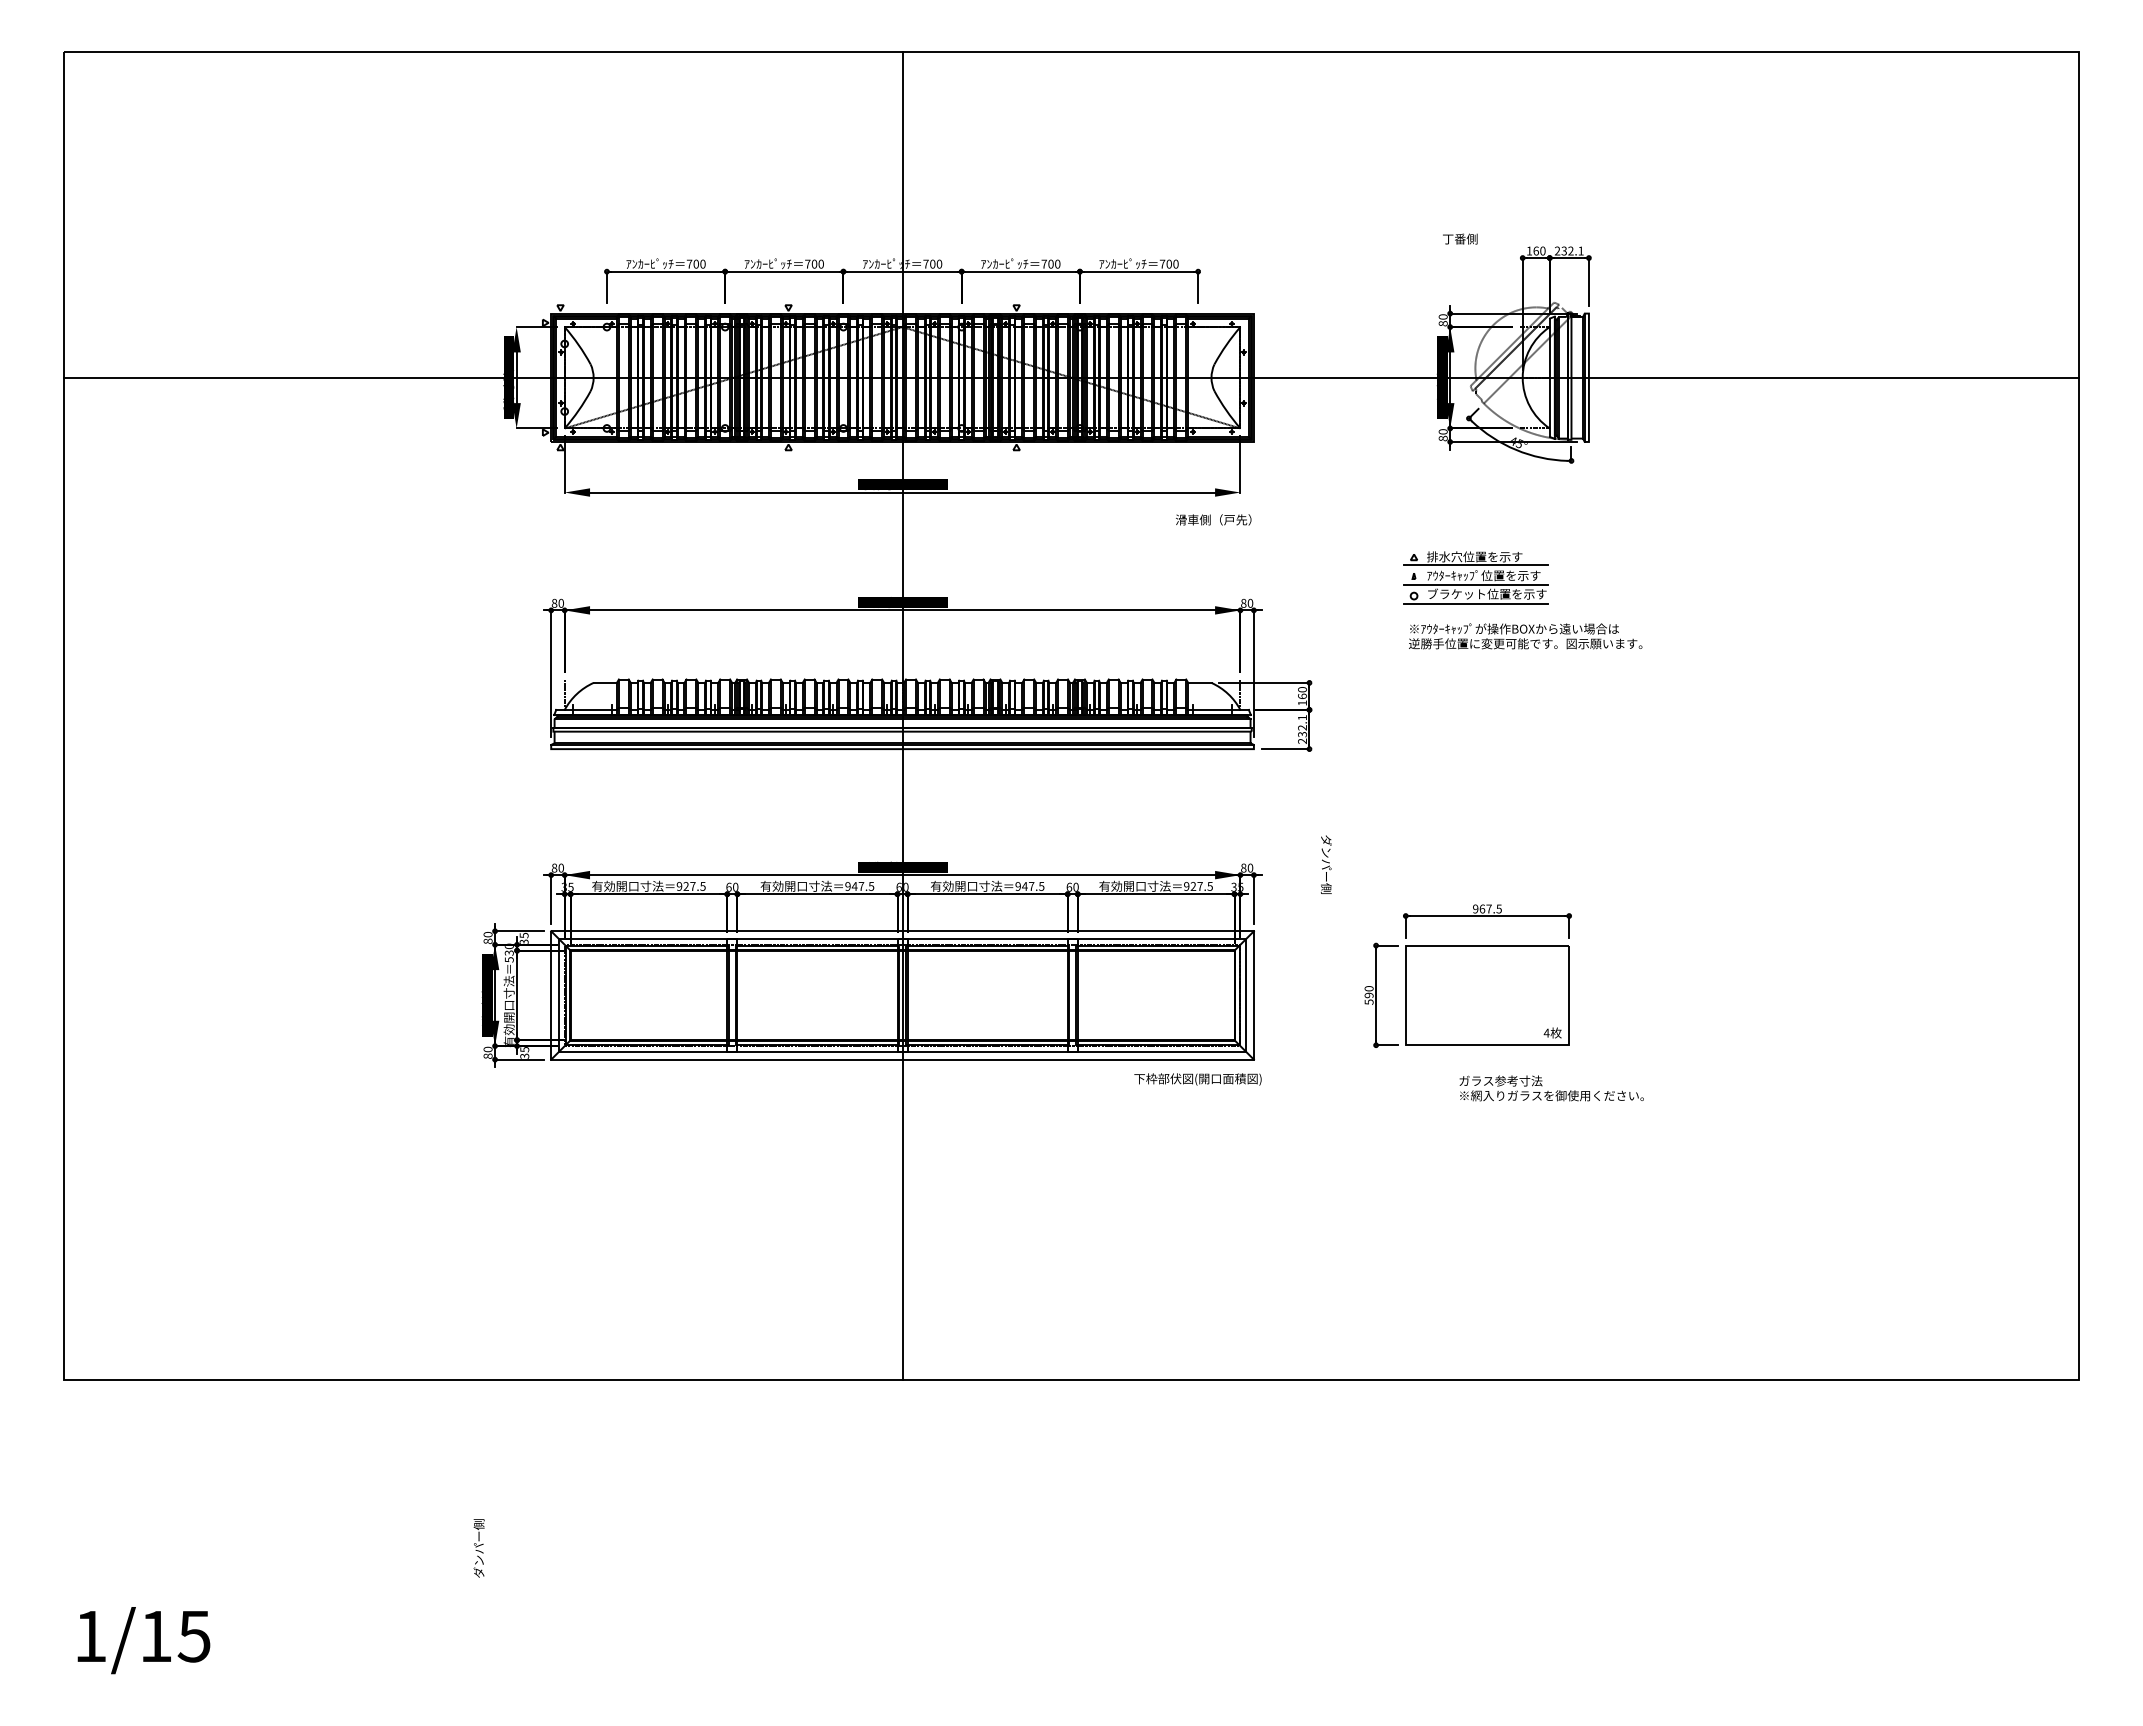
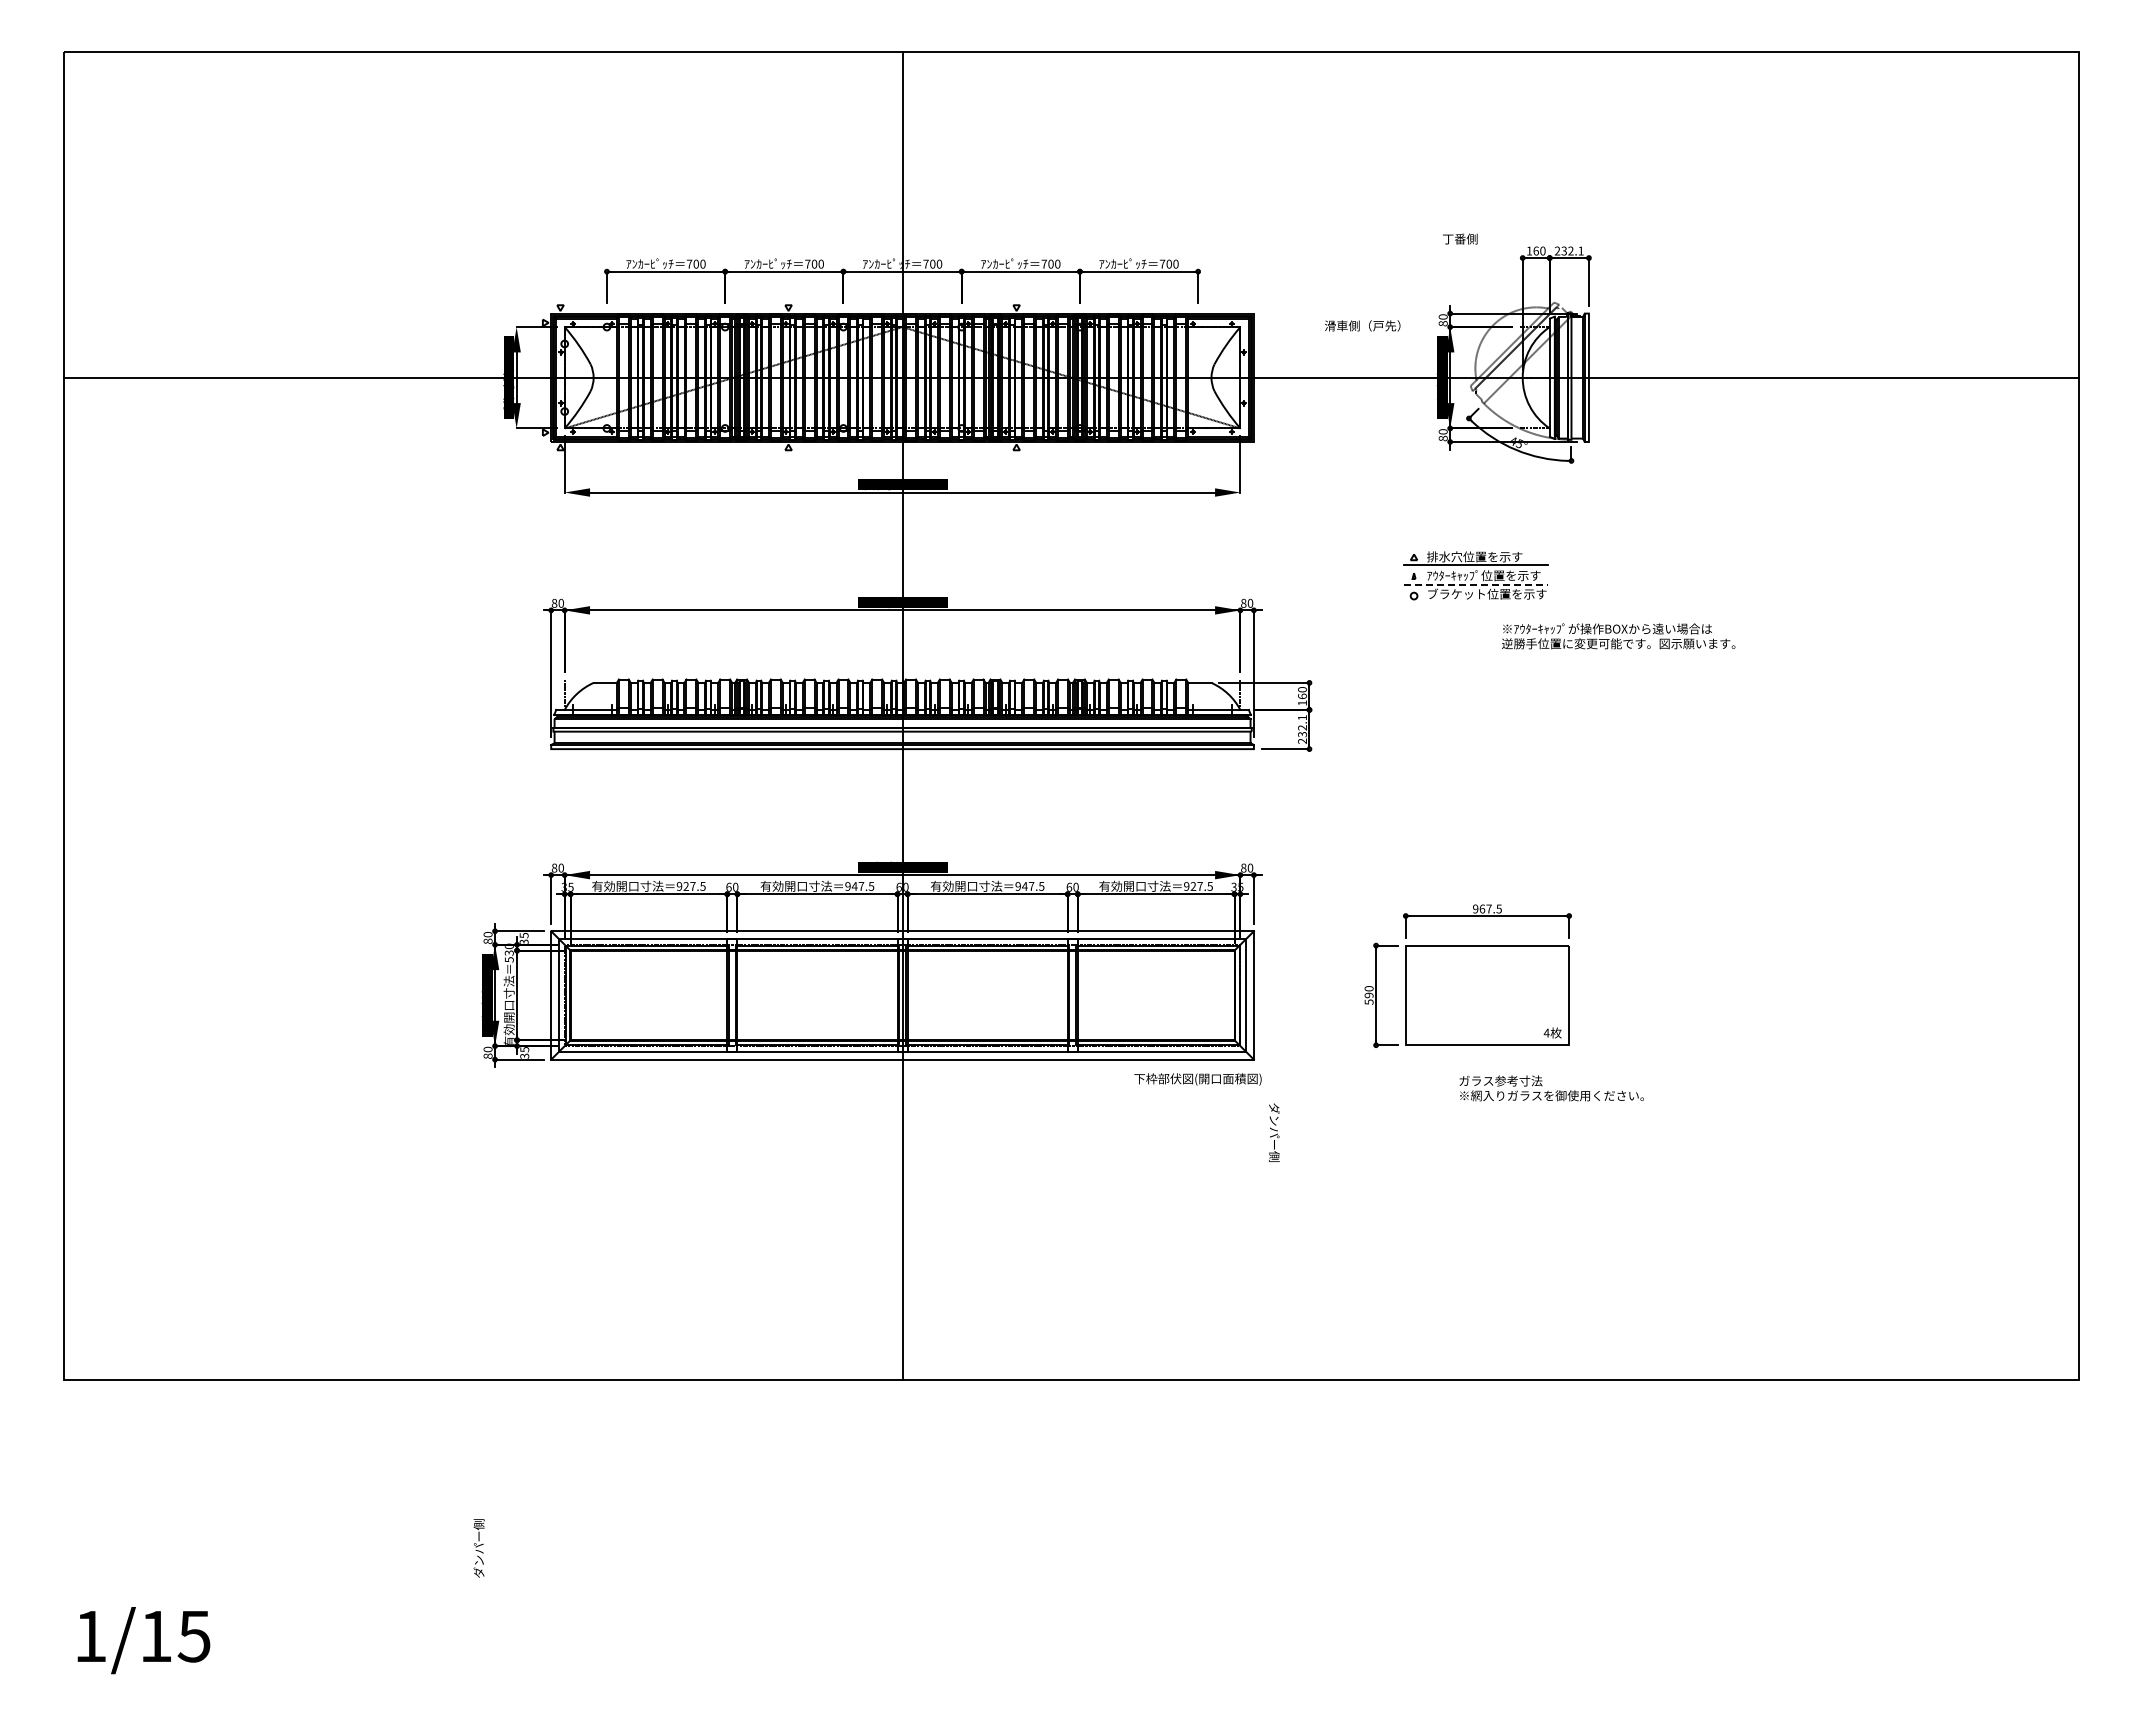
text at (1213, 519) position: (1213, 519) -> (1362, 325)
line at (1475, 584): solid -> dashed
line at (1475, 603): present -> none
text at (1525, 636) position: (1525, 636) -> (1618, 636)
text at (1325, 864) position: (1325, 864) -> (1273, 1132)
